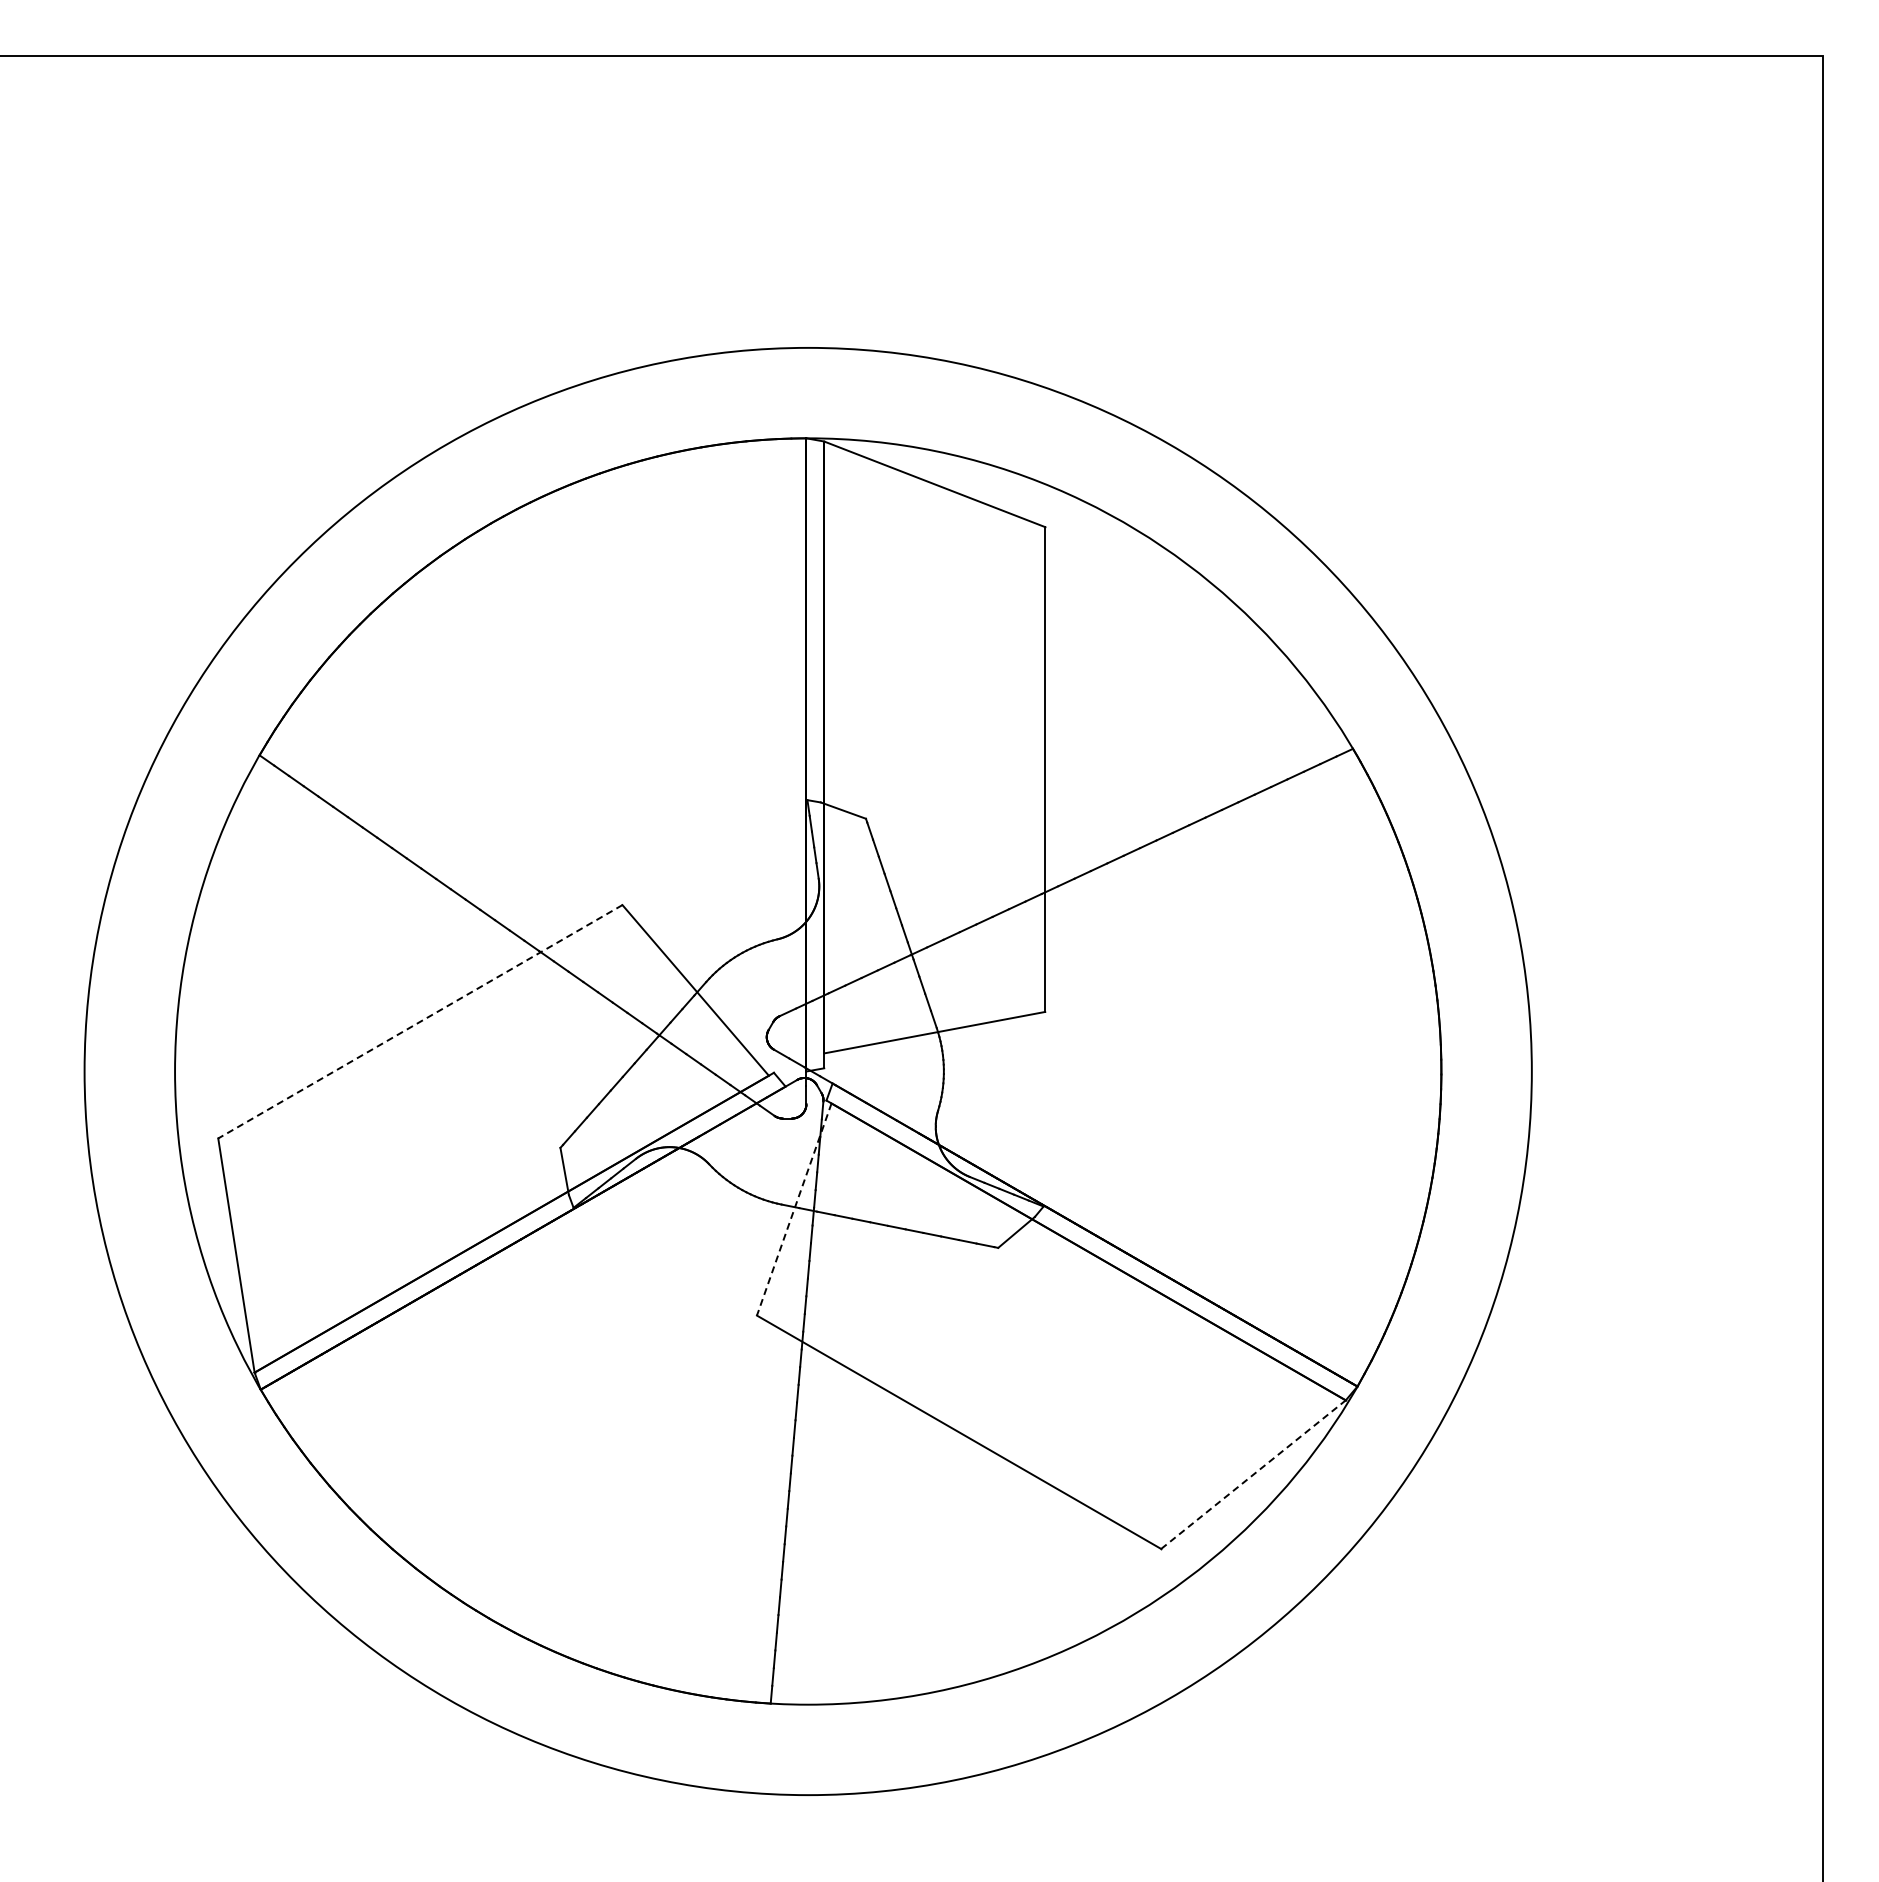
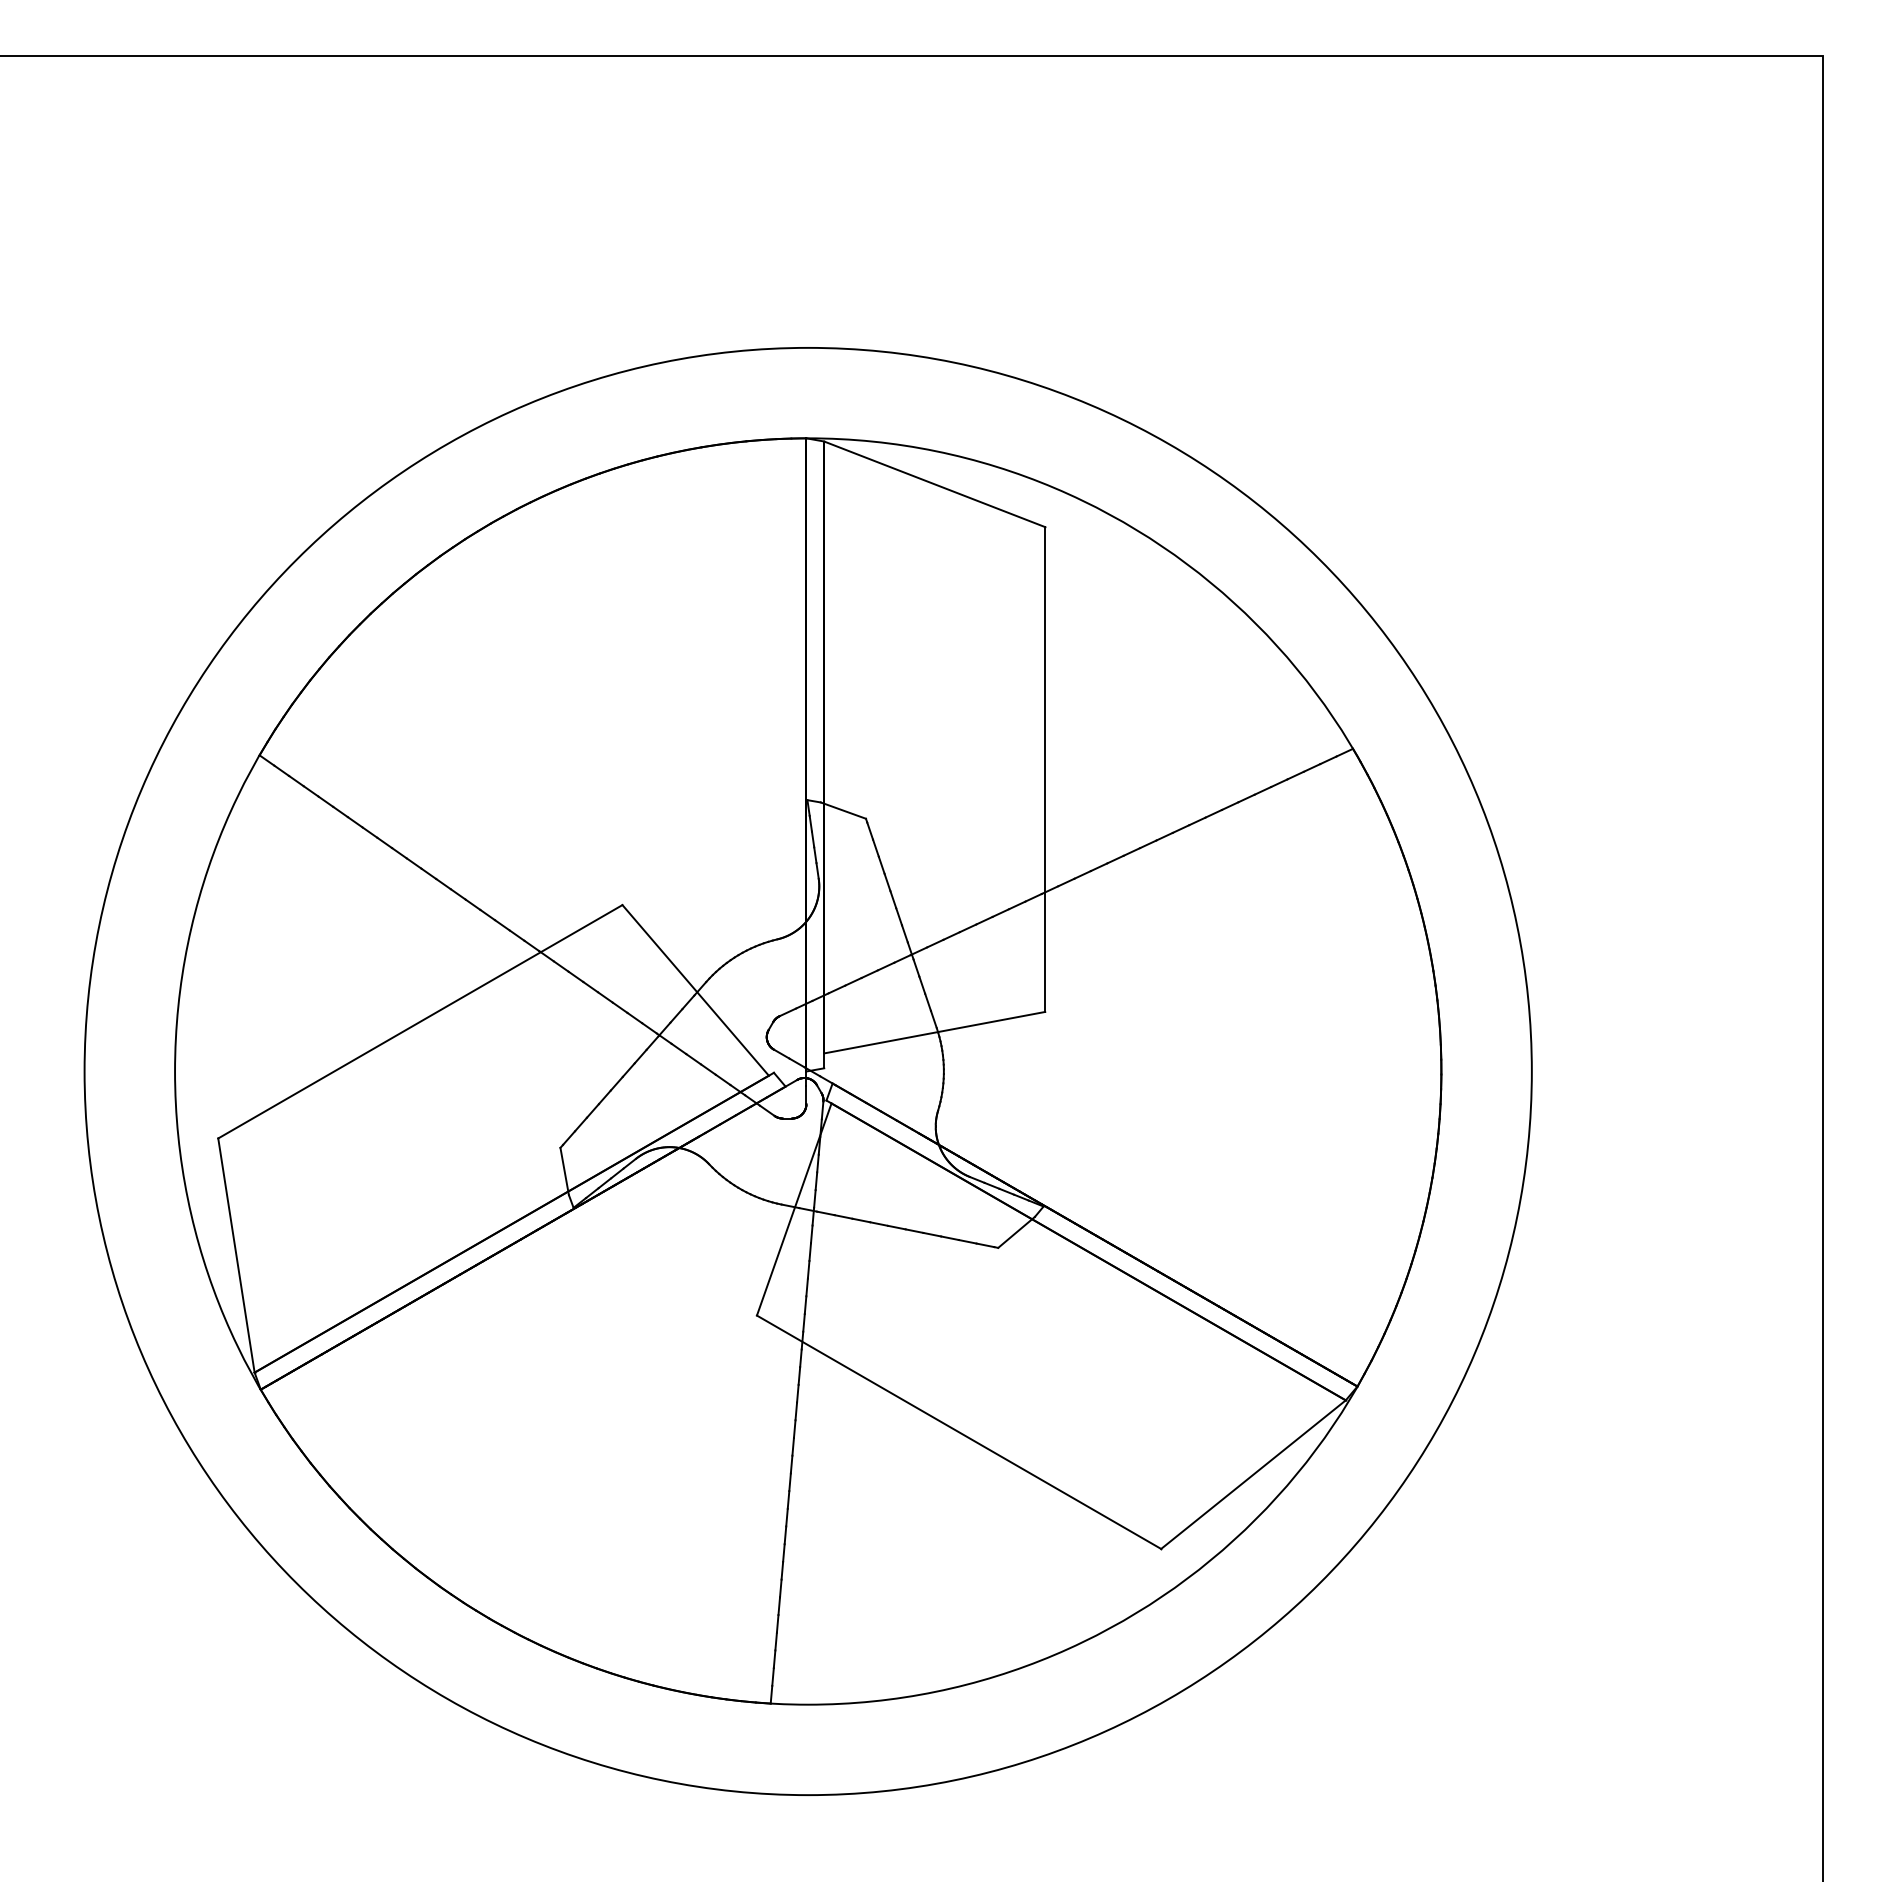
line at (419, 1022): dashed -> solid
line at (794, 1210): dashed -> solid
line at (1253, 1474): dashed -> solid
